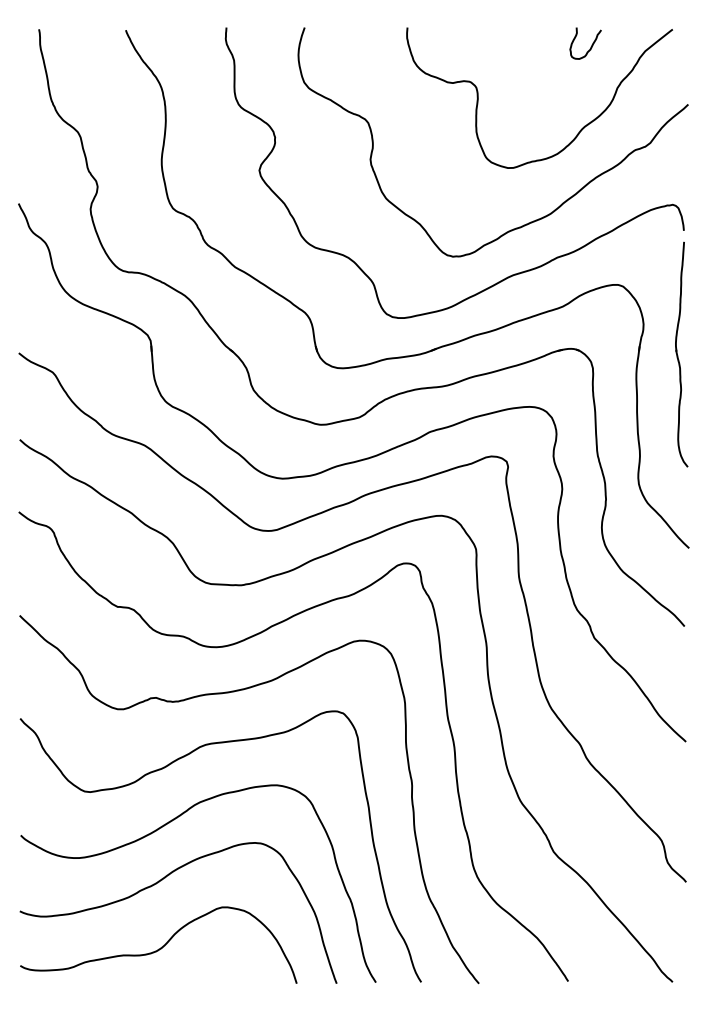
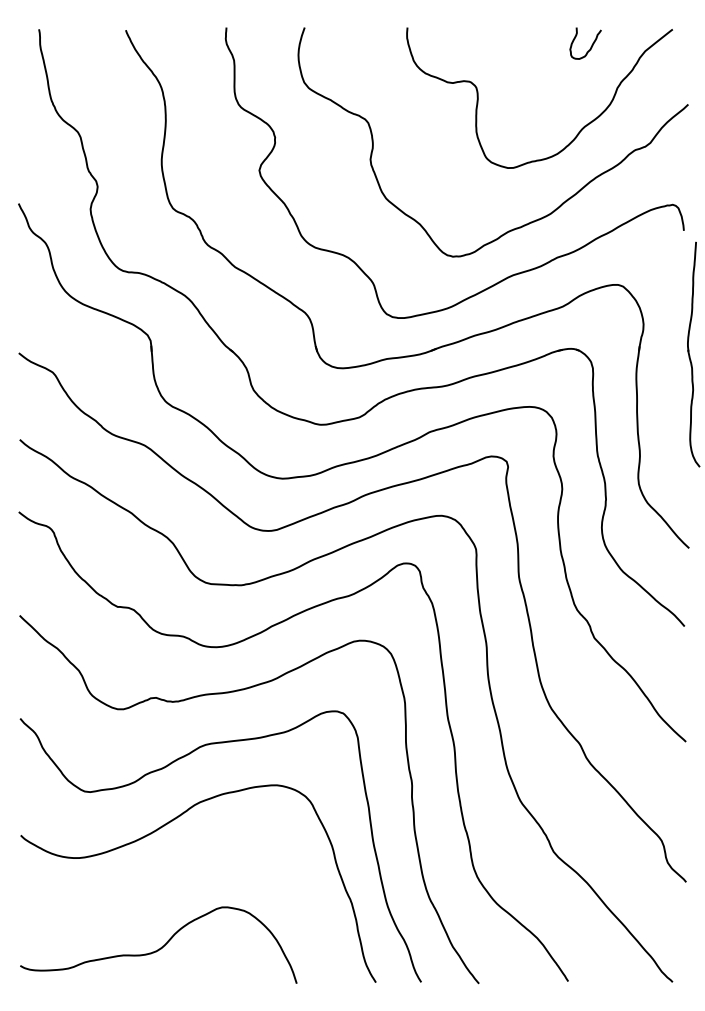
part at (681, 354) position: (681, 354) -> (693, 354)
curve at (159, 882): present -> none
